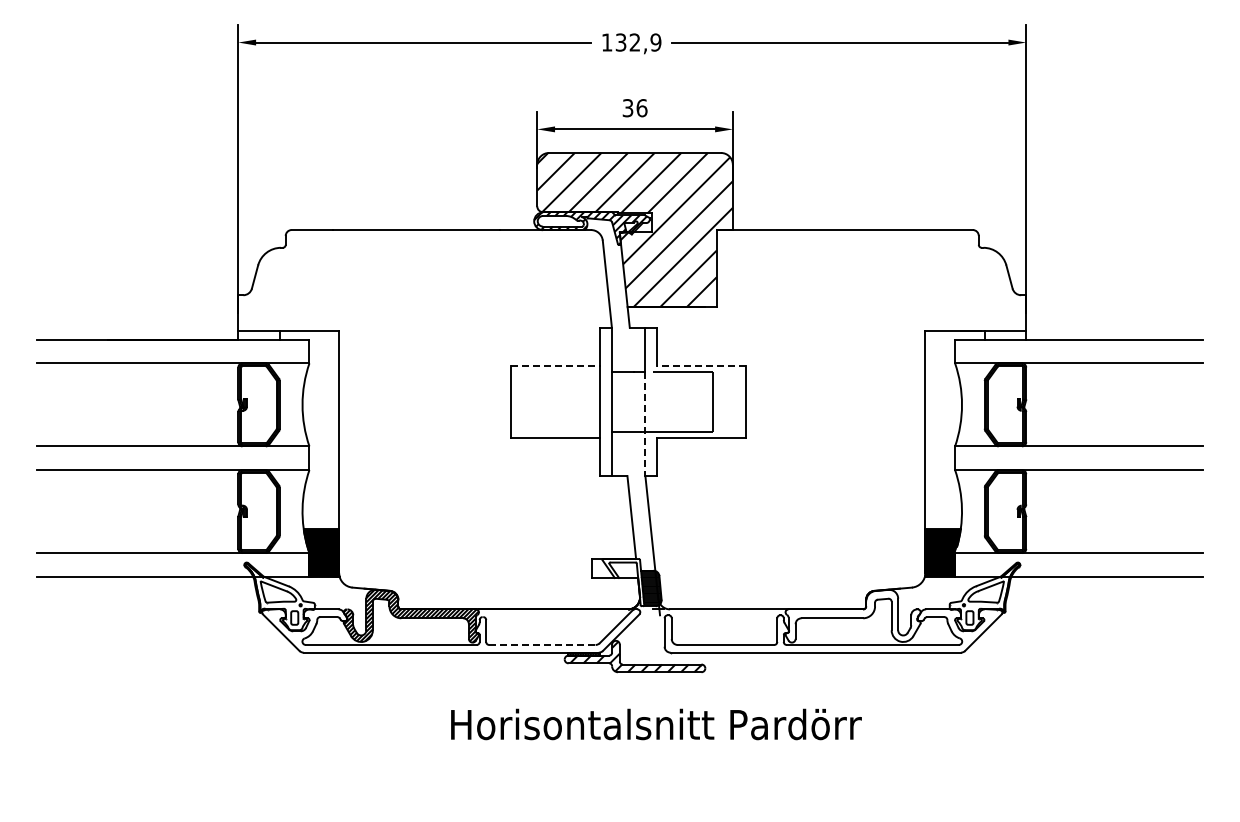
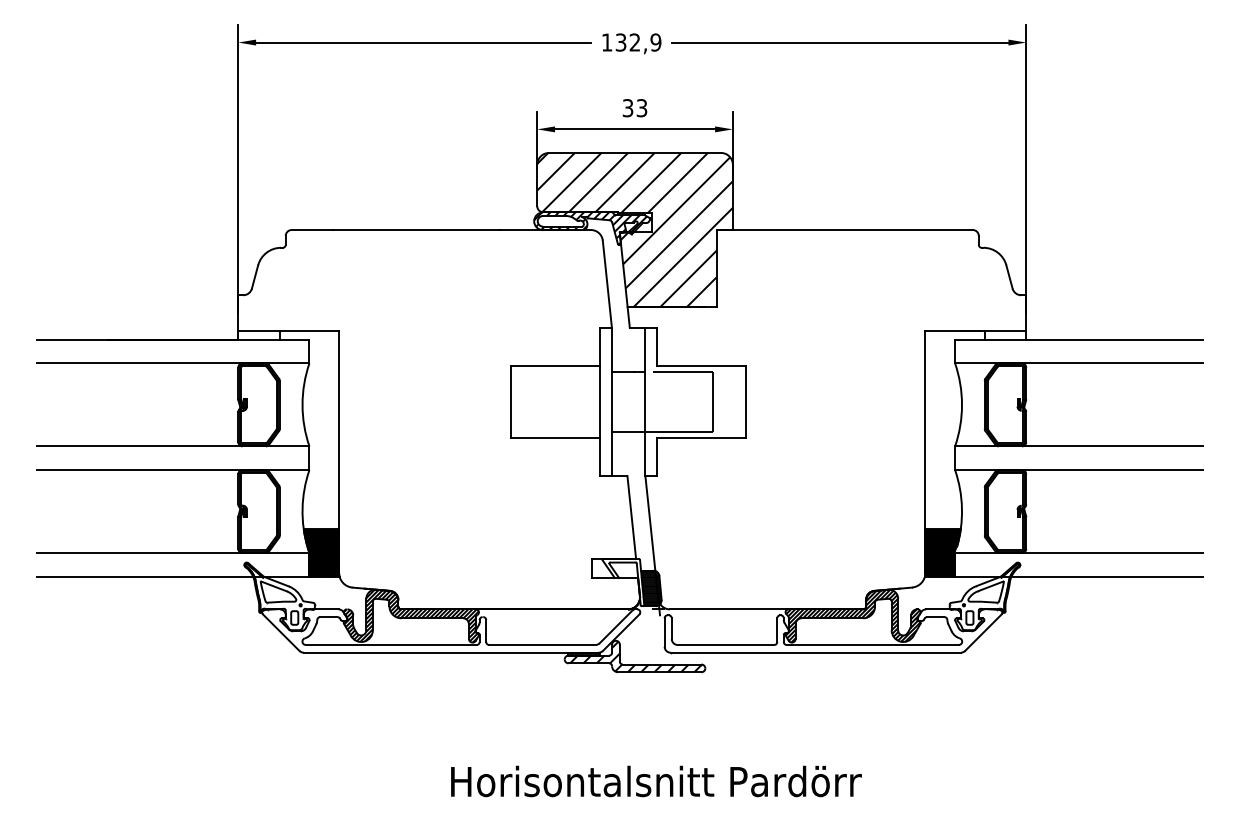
text at (641, 108): 36 -> 33
line at (555, 366): dashed -> solid
line at (701, 366): dashed -> solid
line at (645, 424): dashed -> solid
hatch at (852, 615): none -> present
line at (542, 644): dashed -> solid
text at (656, 724) position: (656, 724) -> (656, 781)
